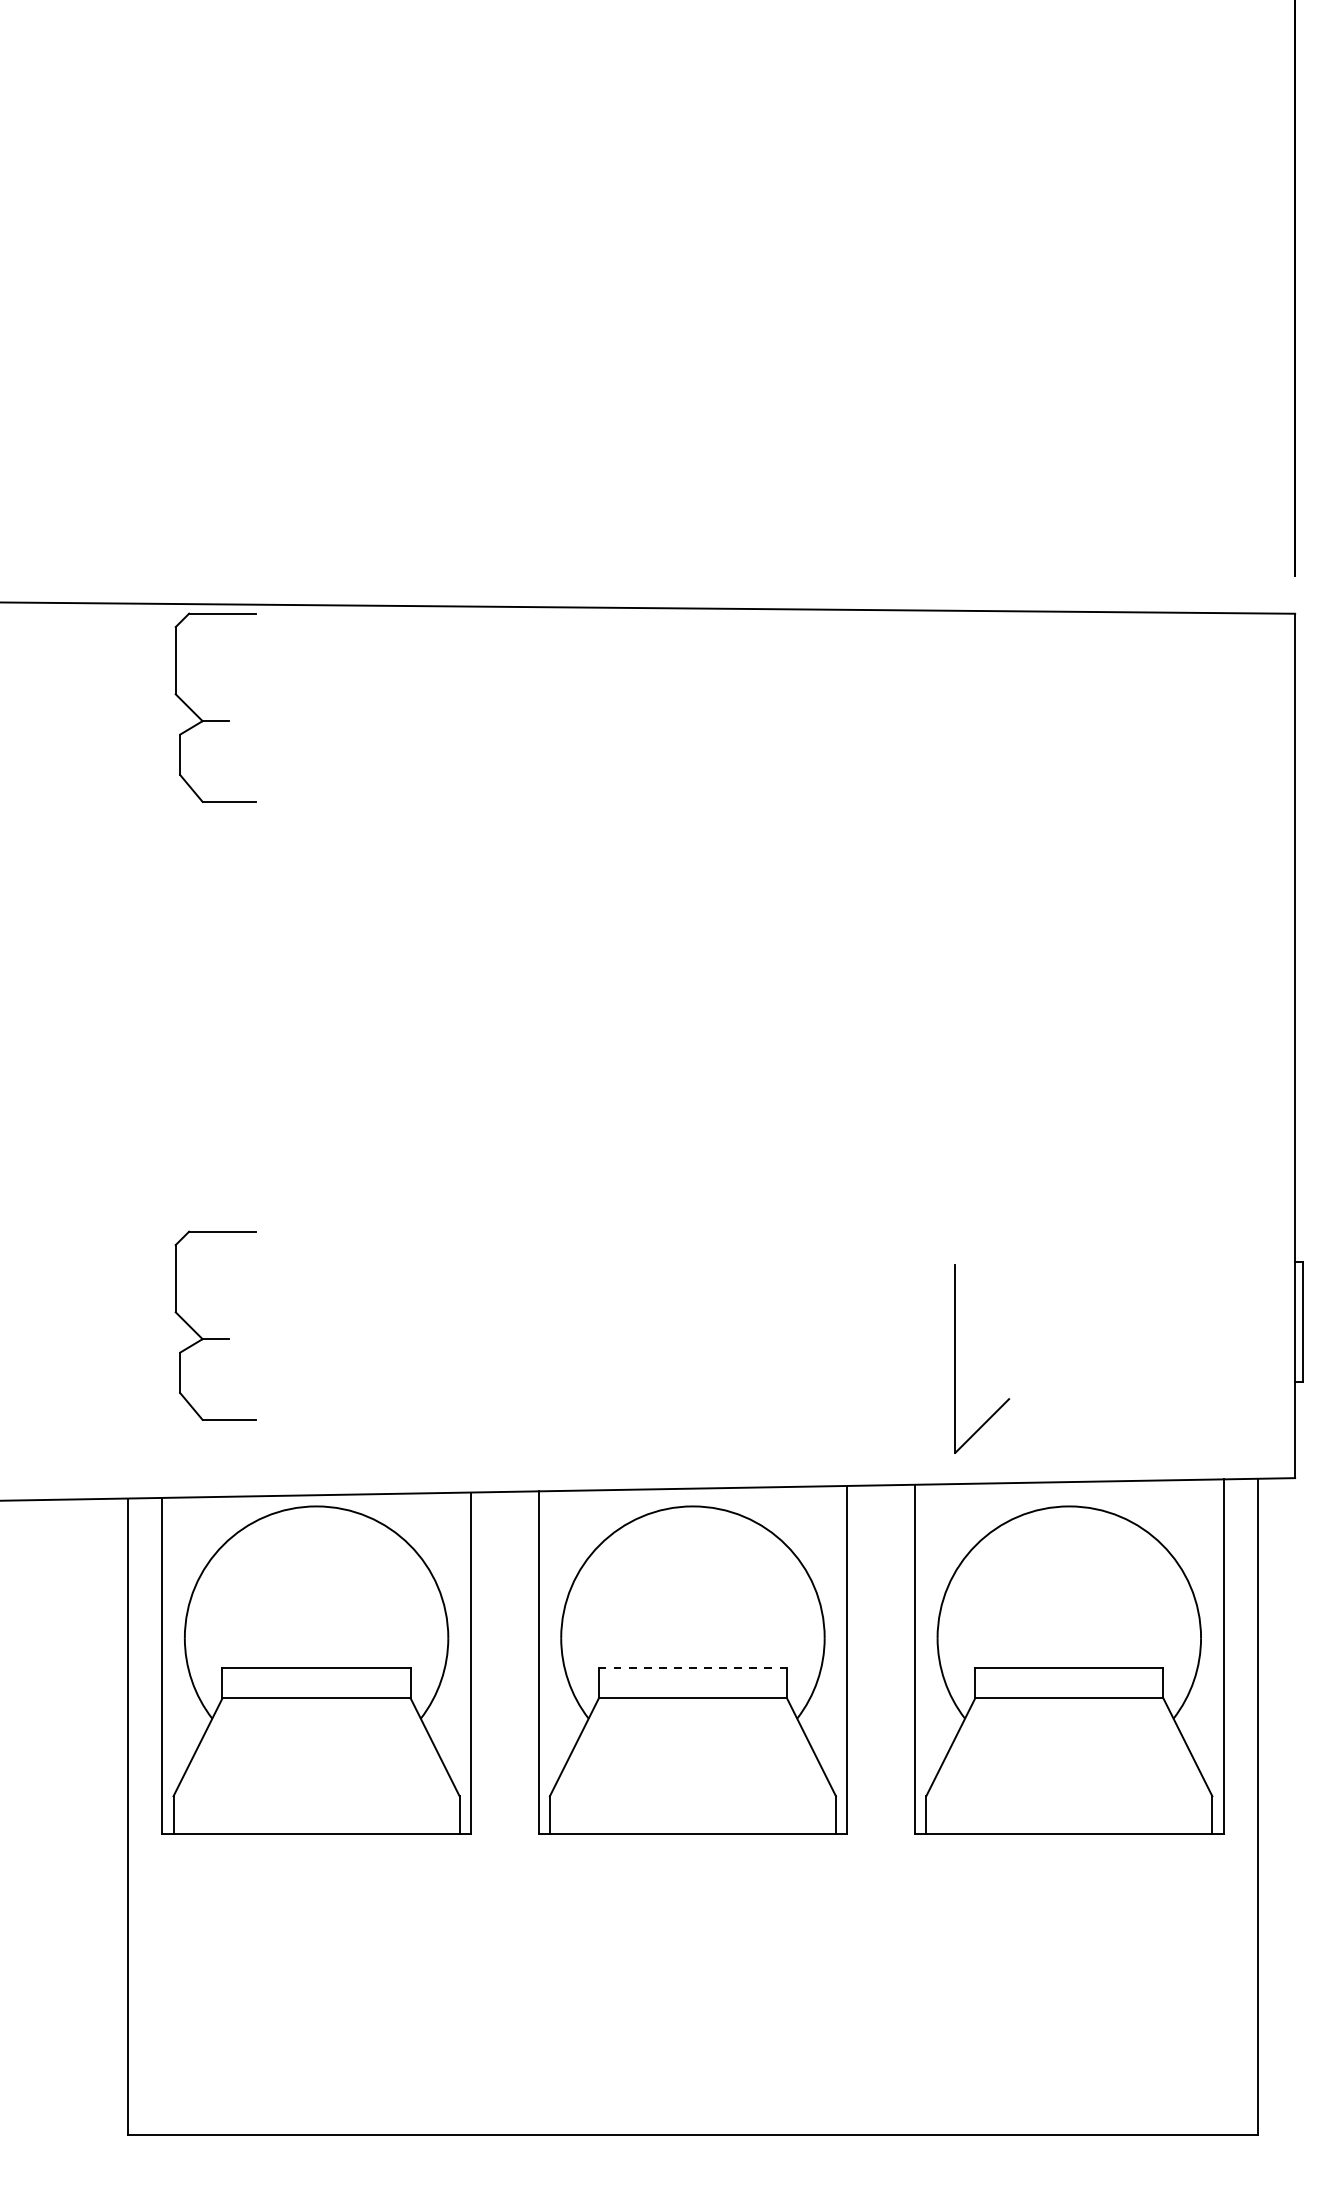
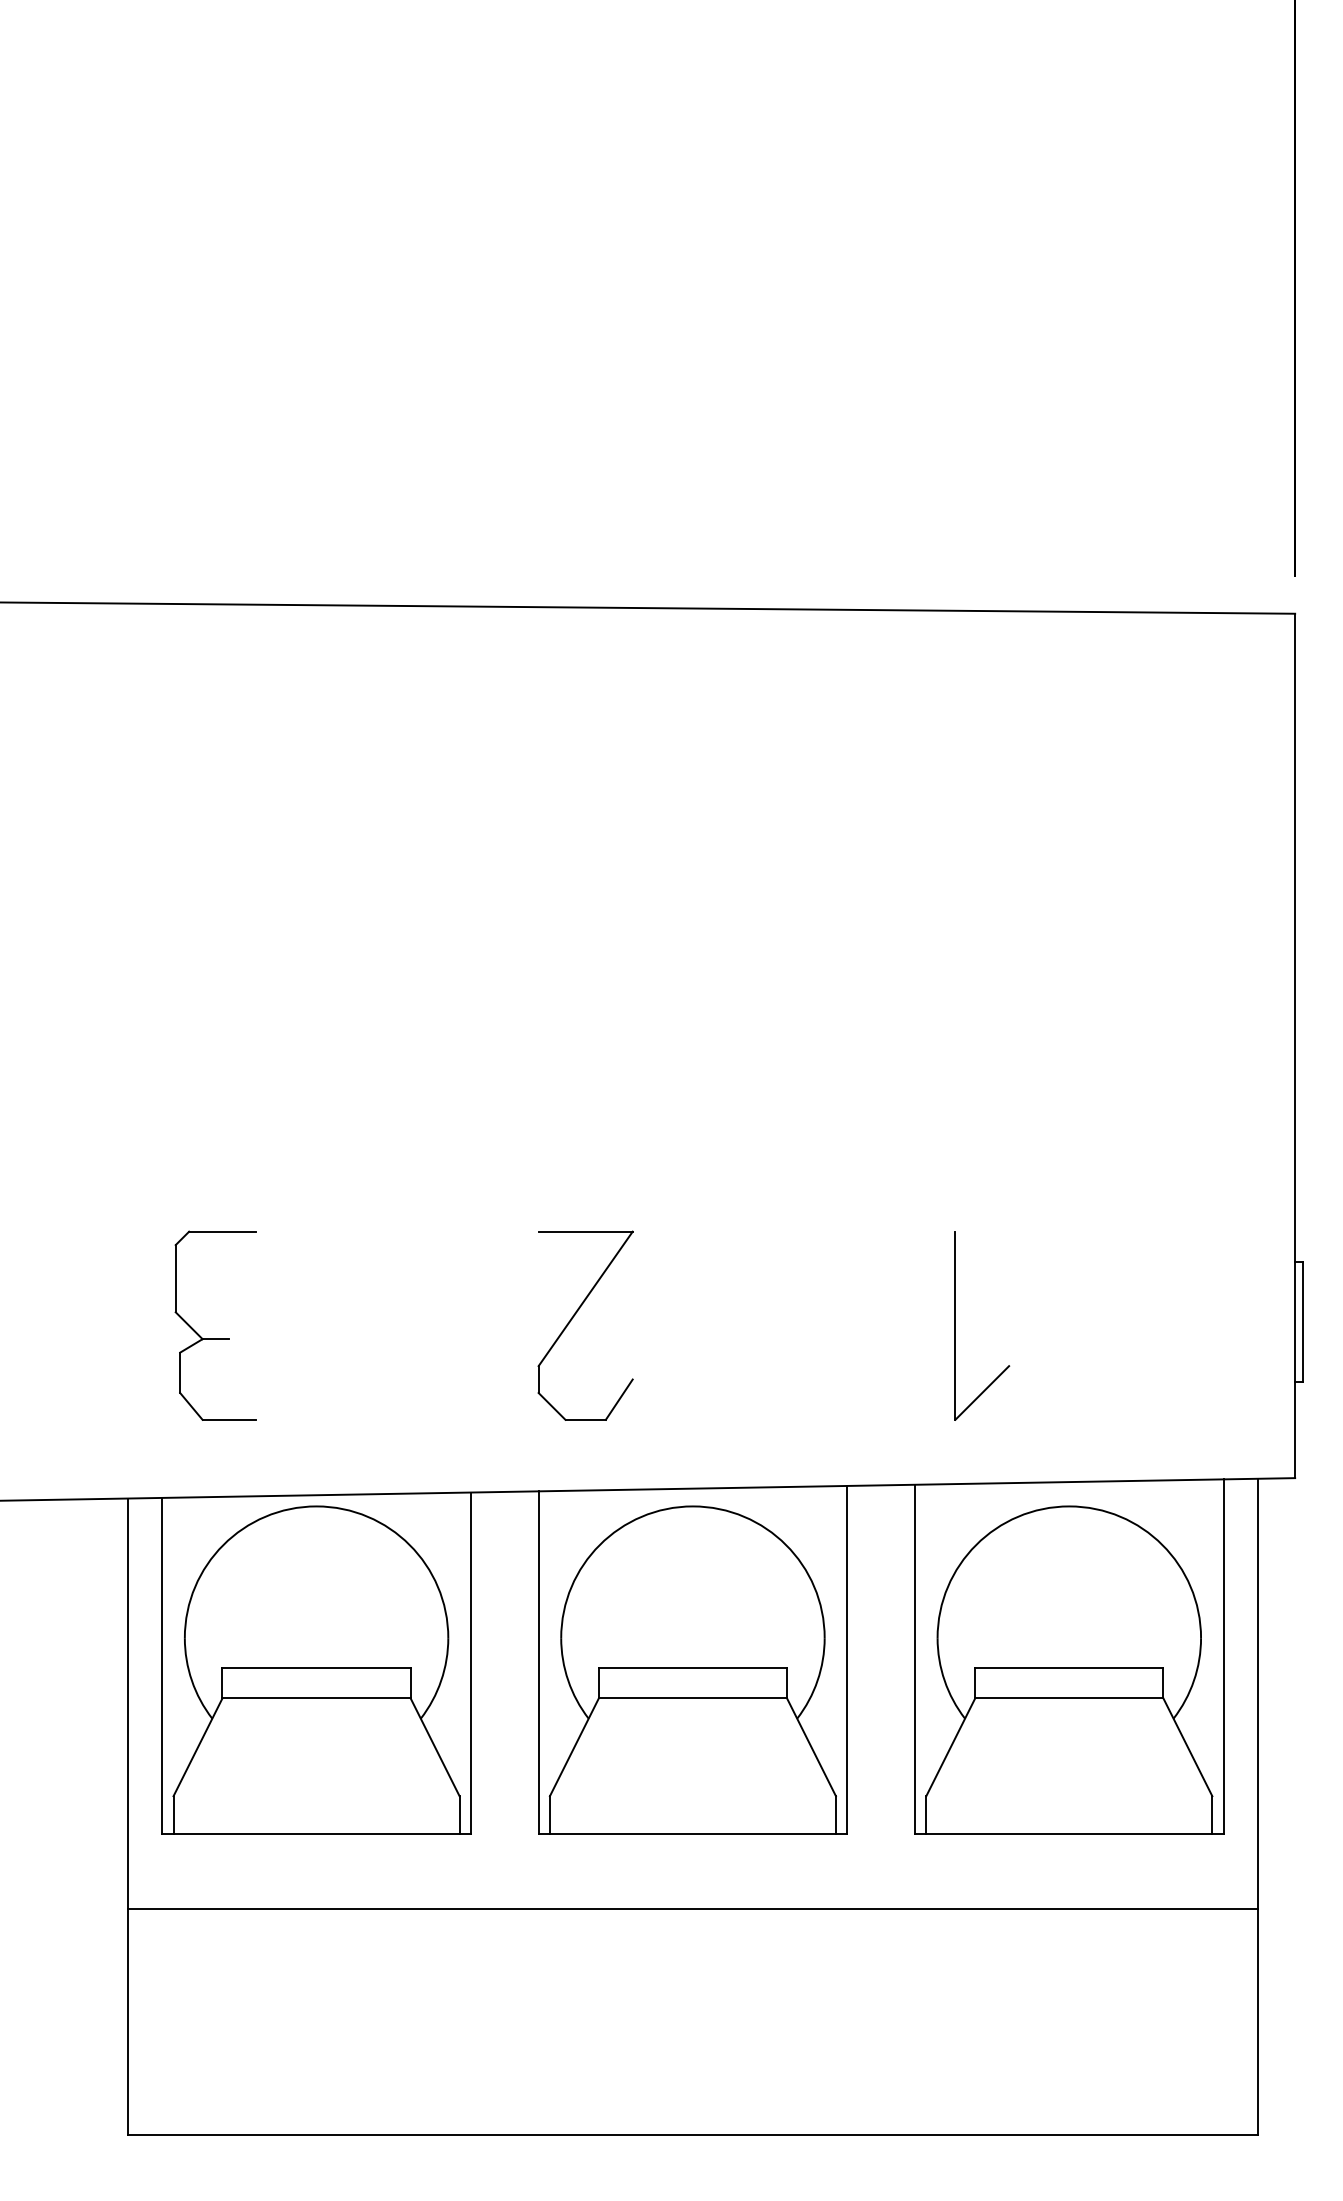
part at (215, 720): present -> none
part at (573, 1318): none -> present
part at (955, 1358) position: (955, 1358) -> (955, 1325)
line at (693, 1668): dashed -> solid
line at (692, 1909): none -> present
